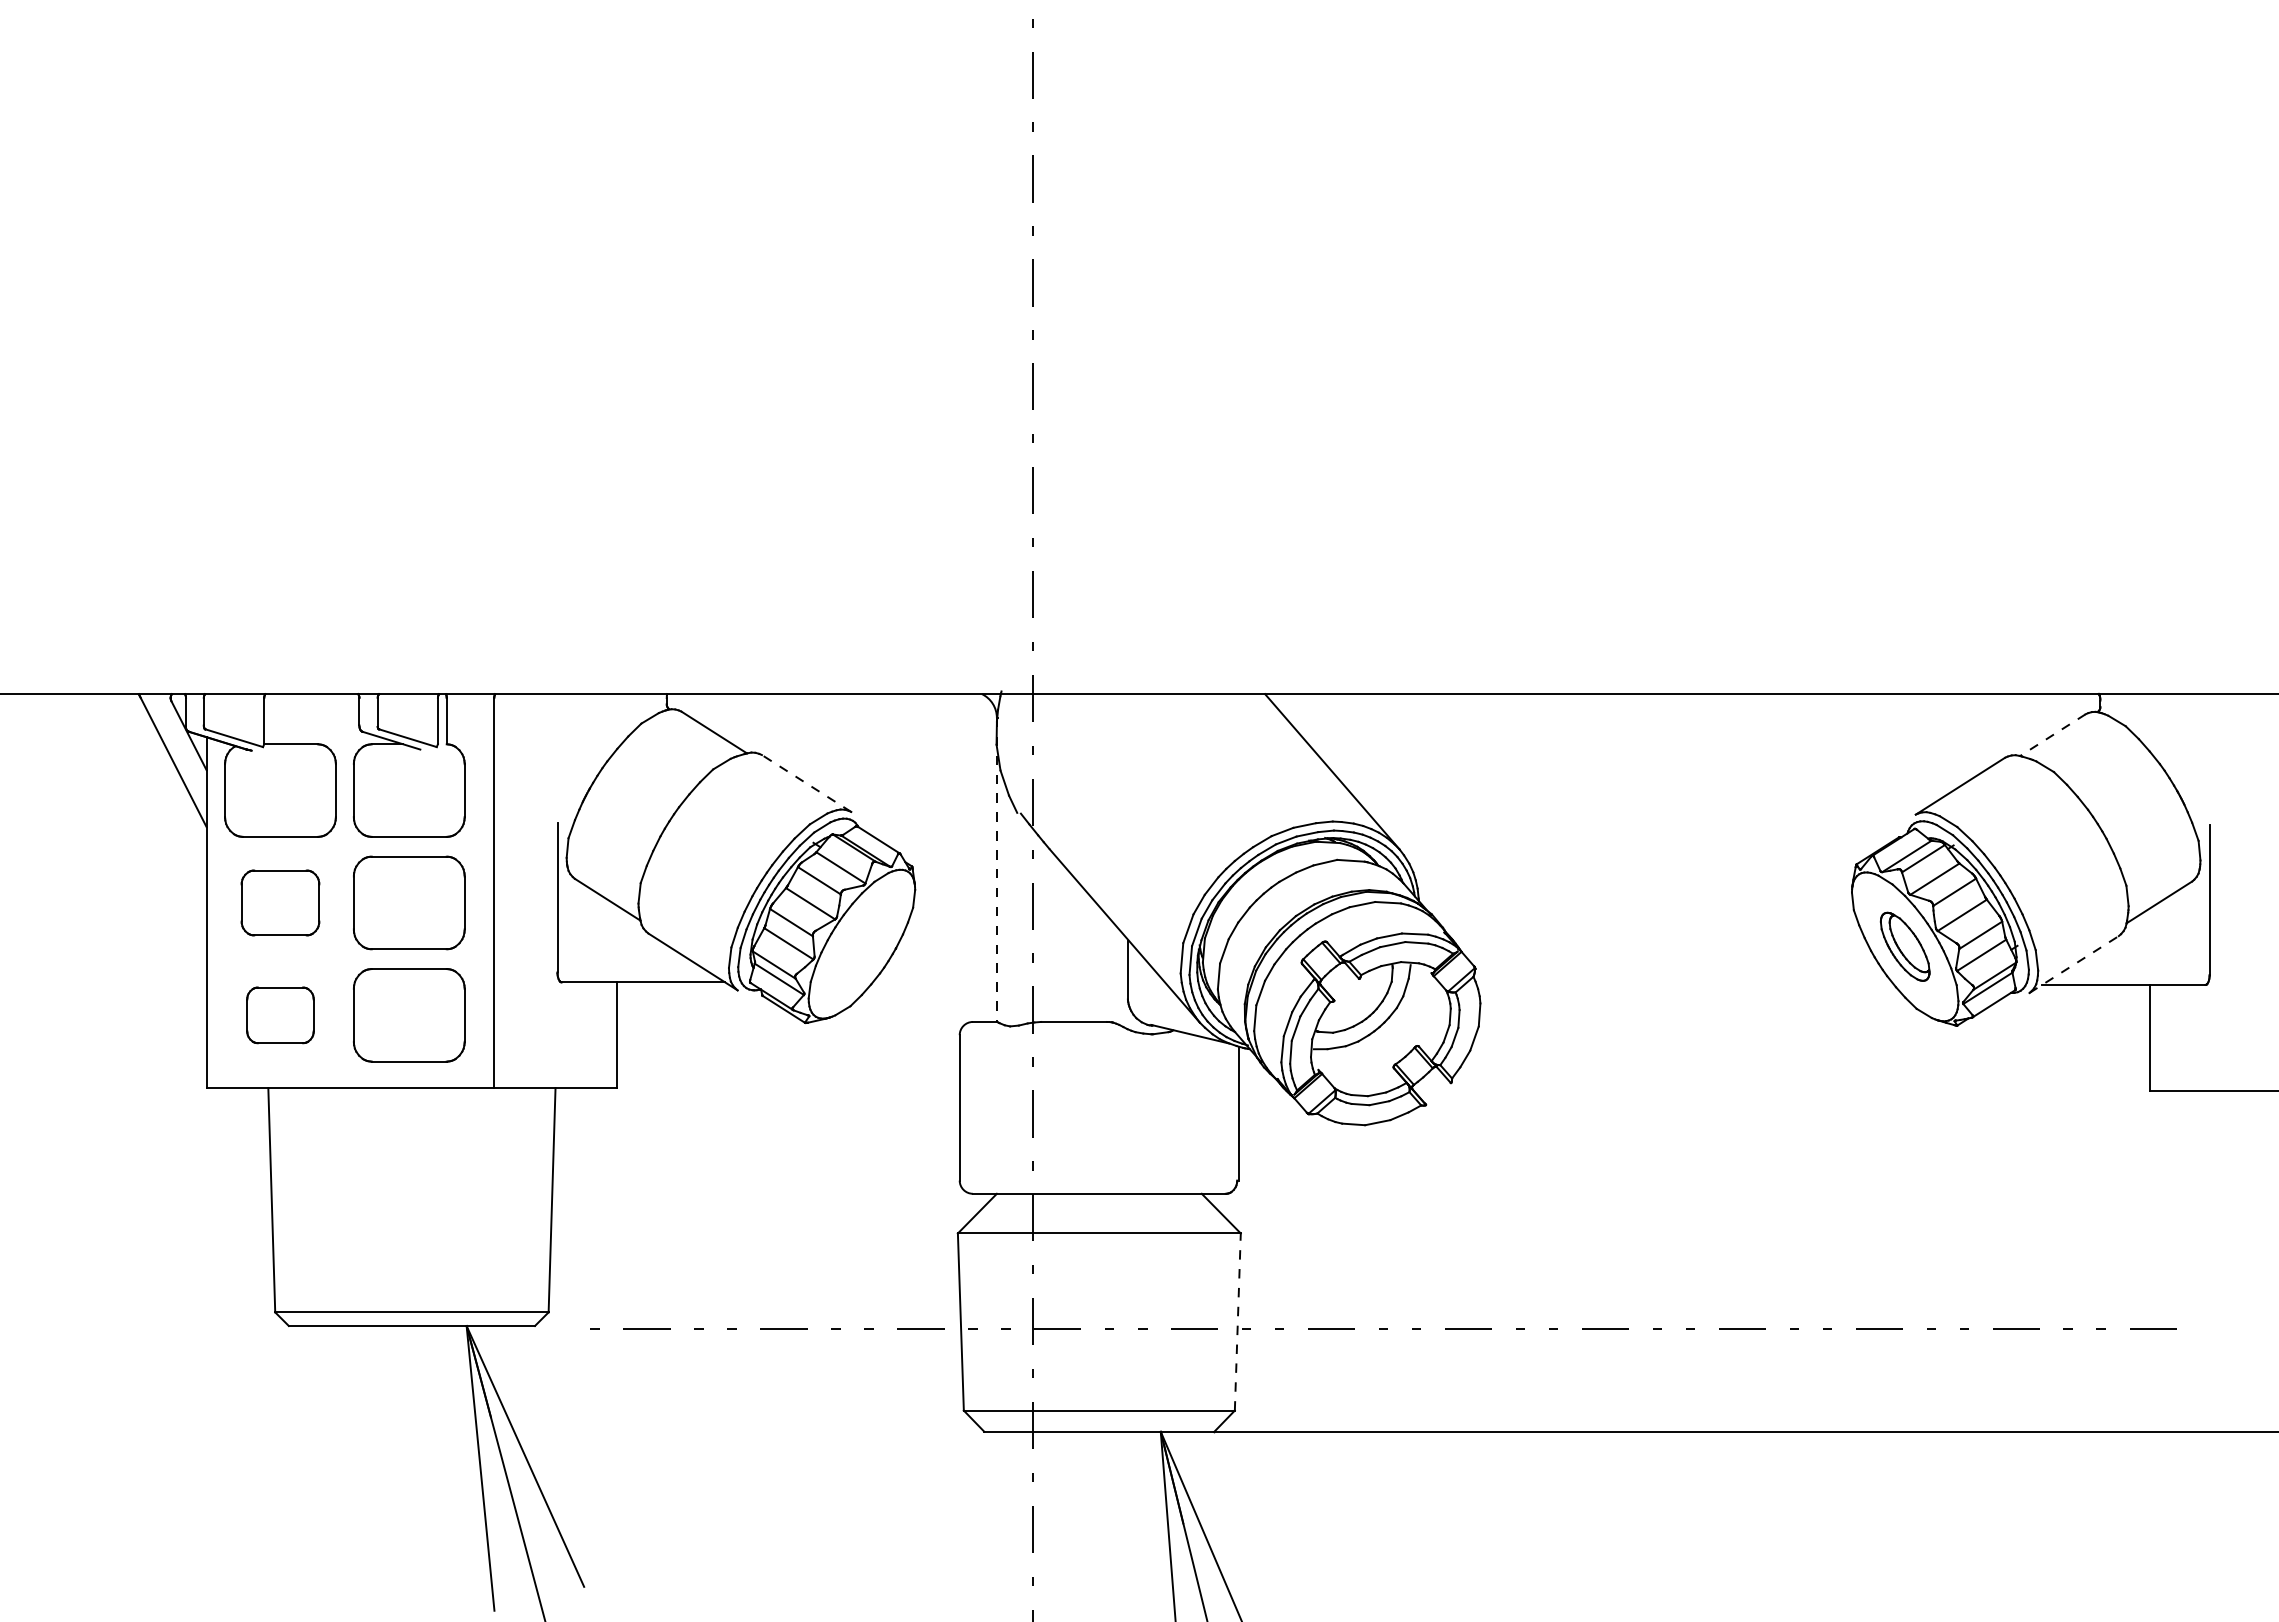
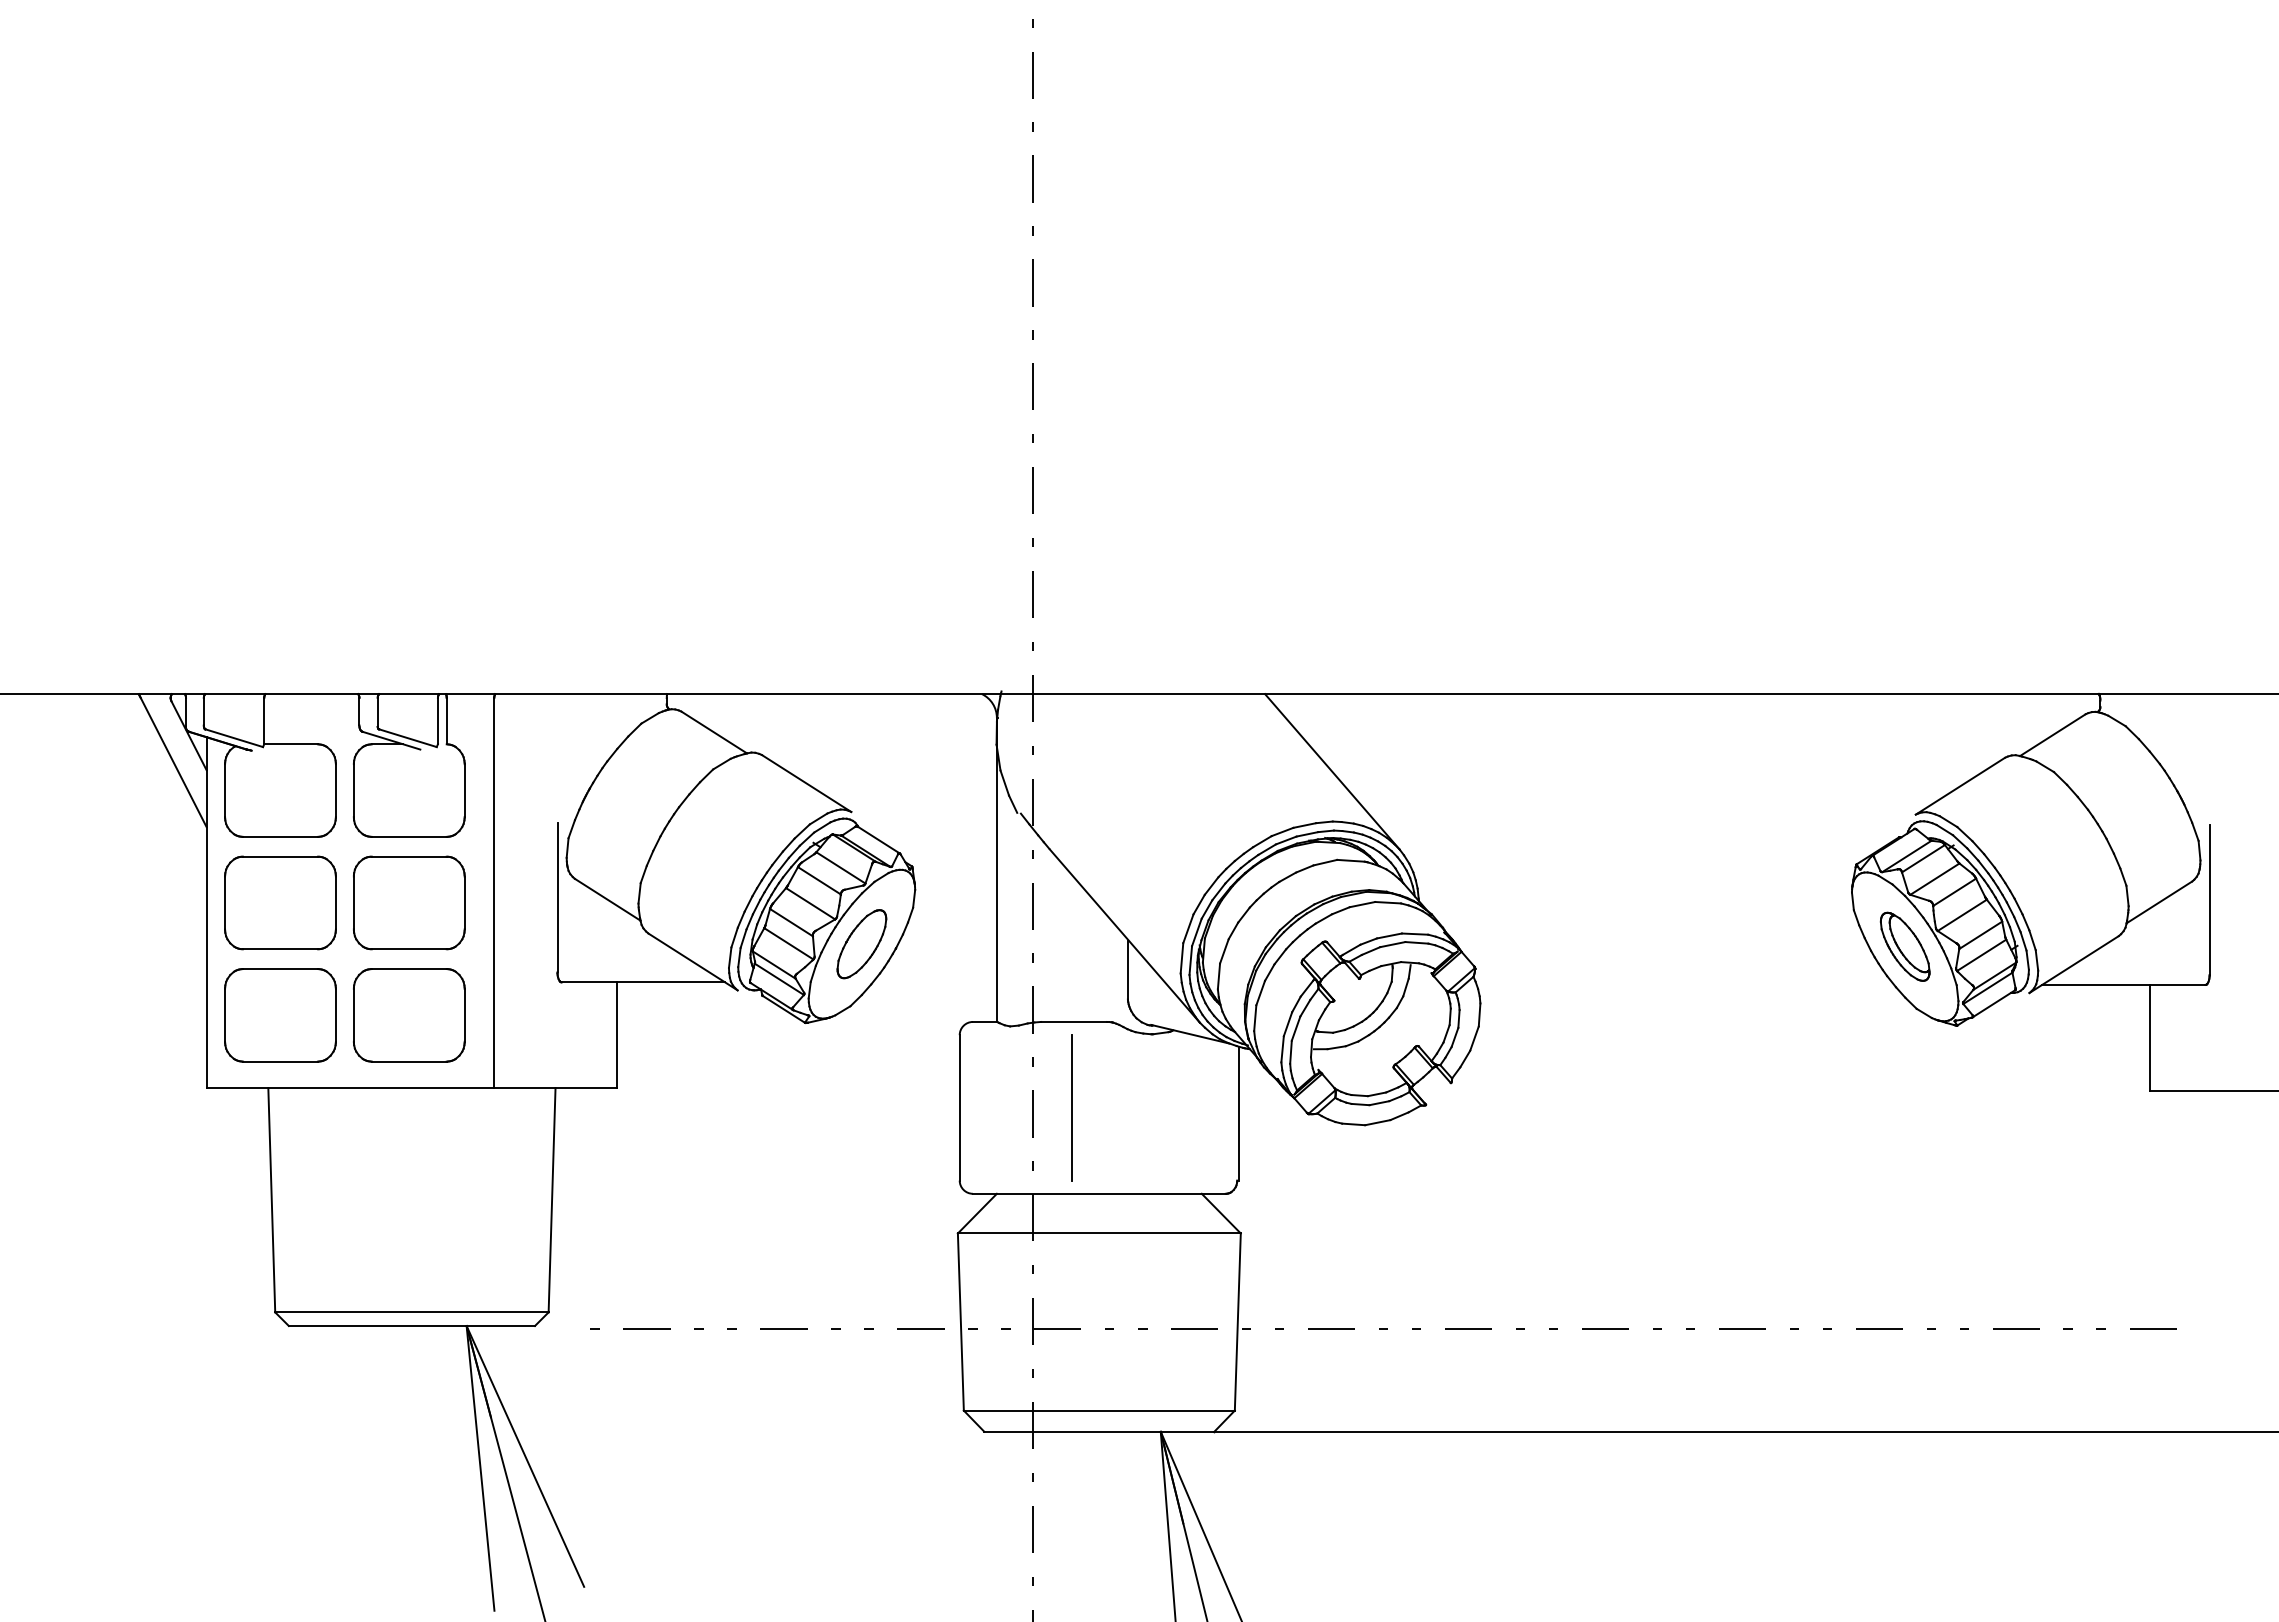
line at (2052, 735): dashed -> solid
line at (806, 783): dashed -> solid
line at (996, 870): dashed -> solid
part at (280, 902) size: 81x68 px -> 113x96 px
part at (861, 944): none -> present
line at (2074, 964): dashed -> solid
part at (280, 1015) size: 69x59 px -> 113x95 px
line at (1072, 1107): none -> present
line at (1237, 1322): dashed -> solid
